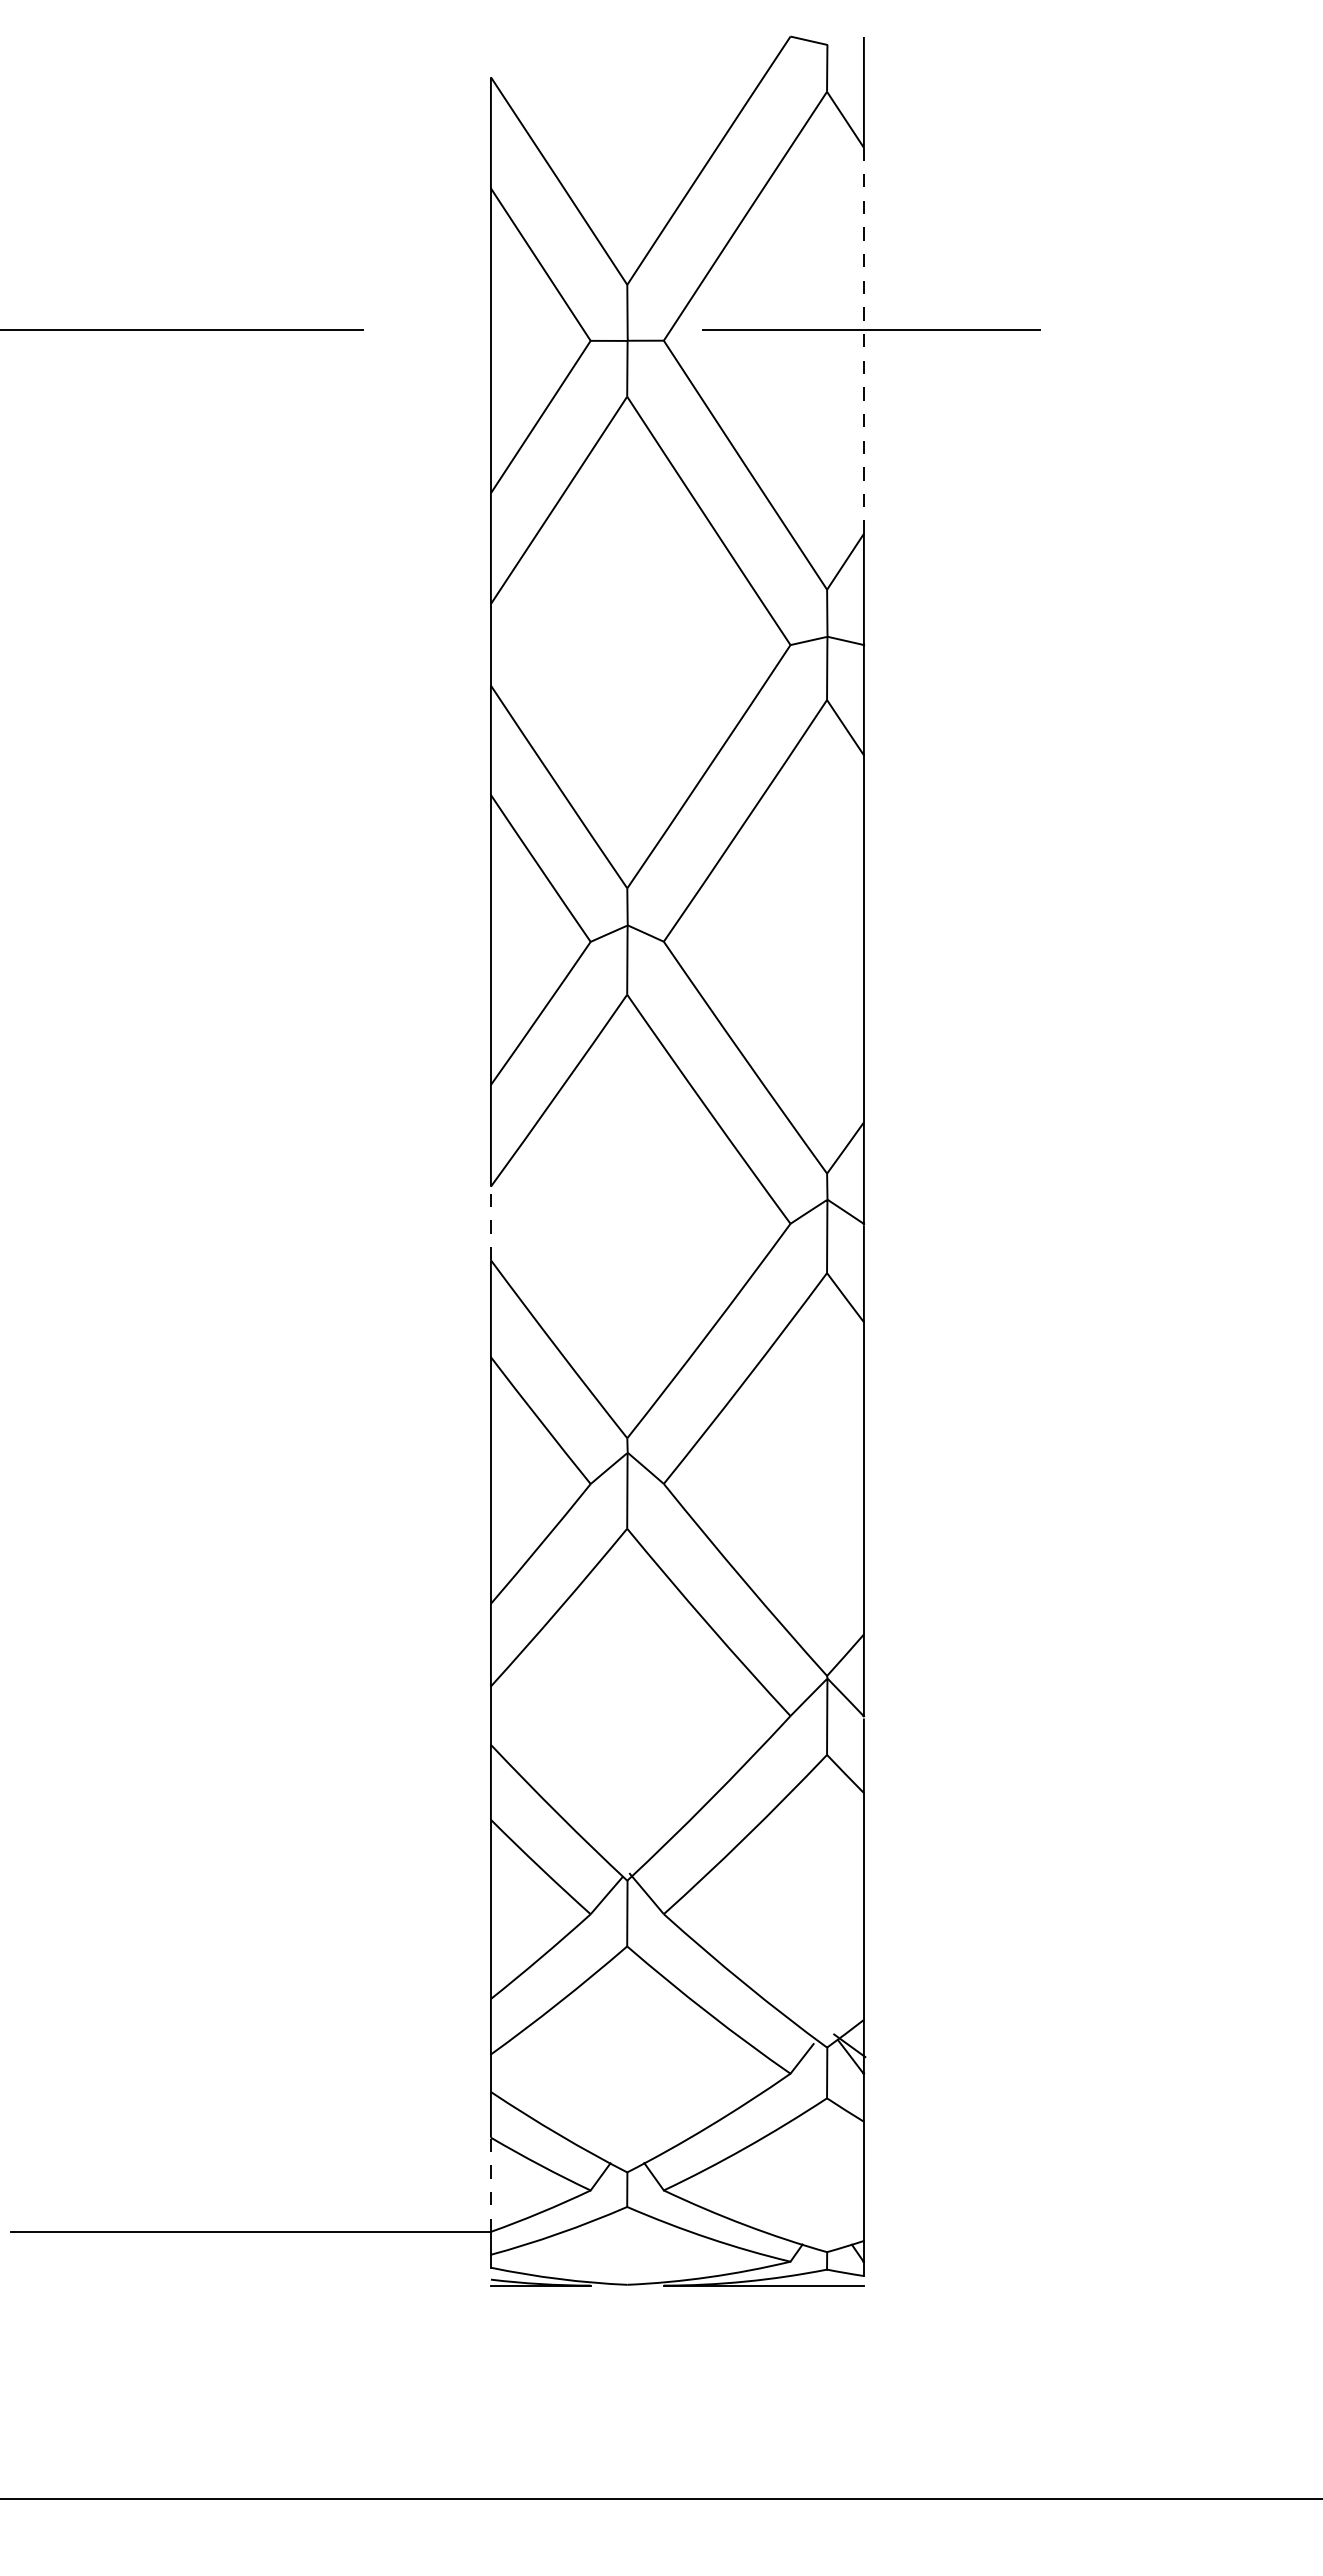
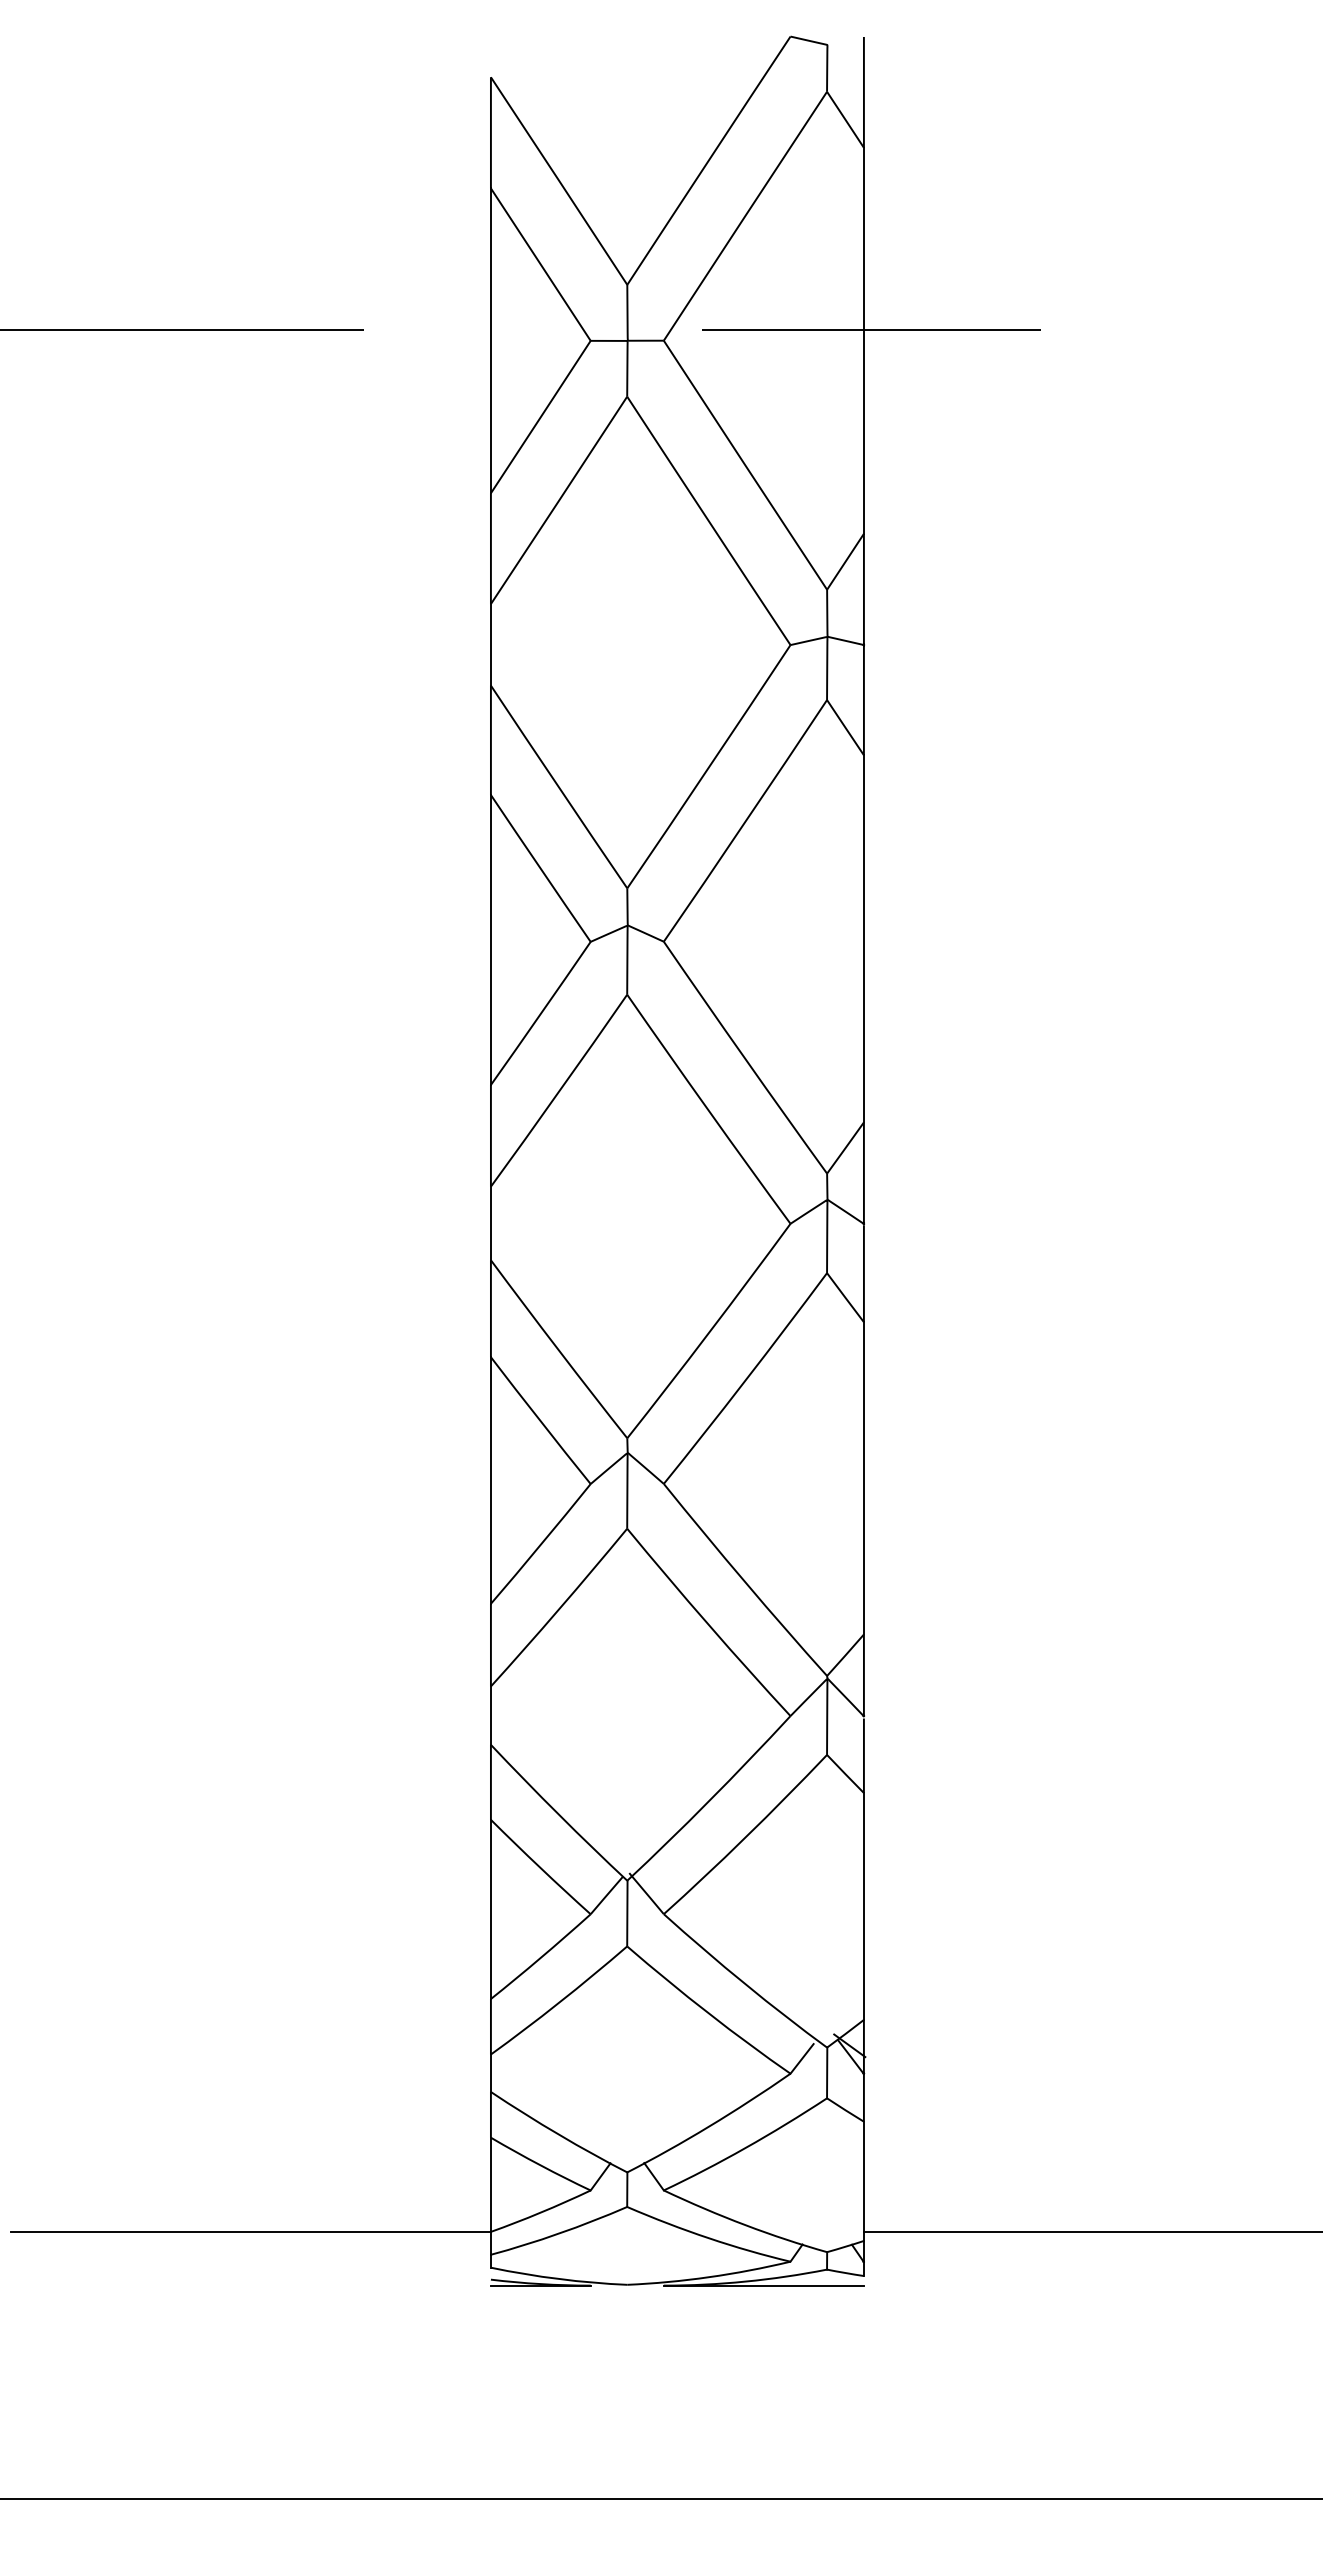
line at (863, 340): dashed -> solid
line at (490, 1223): dashed -> solid
line at (490, 2184): dashed -> solid
line at (1091, 2232): none -> present
